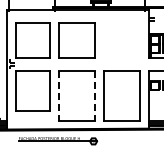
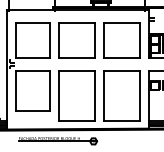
part at (121, 40): none -> present
line at (59, 96): dashed -> solid
line at (95, 96): dashed -> solid
